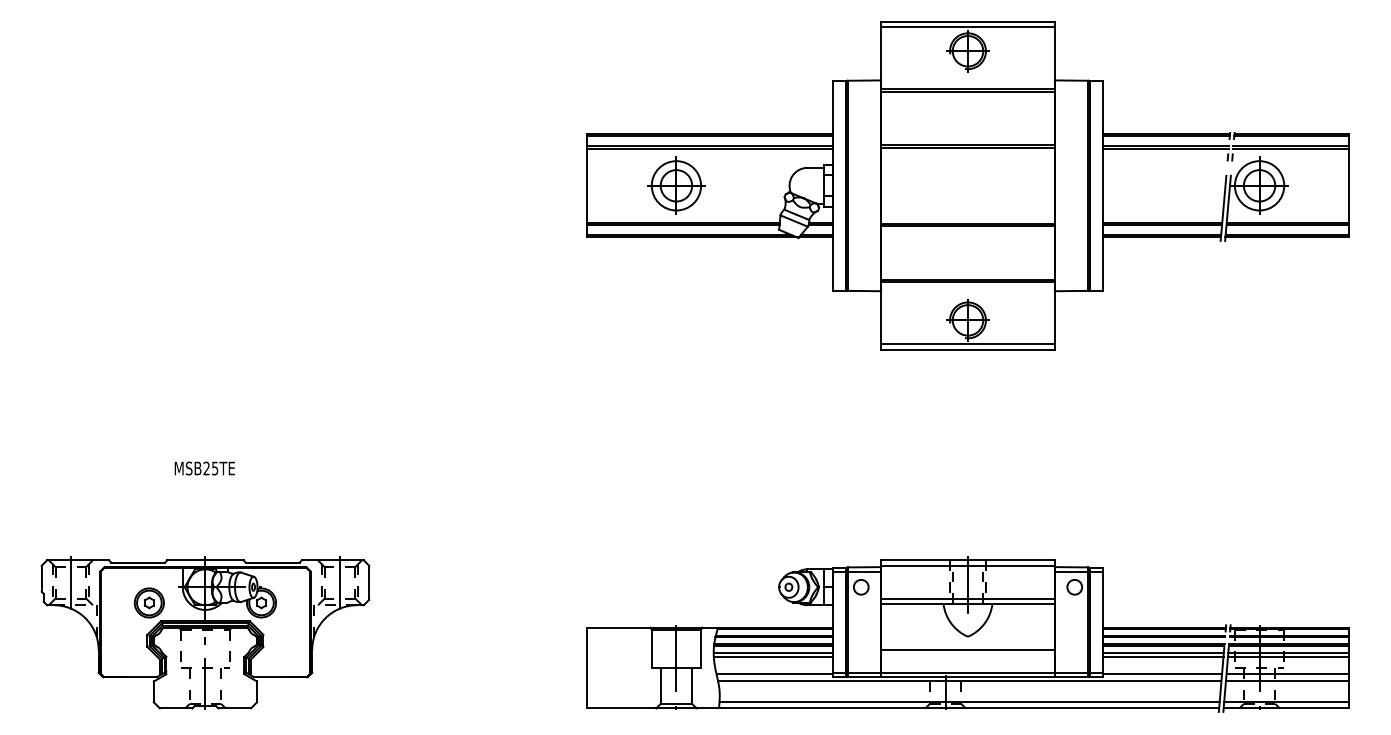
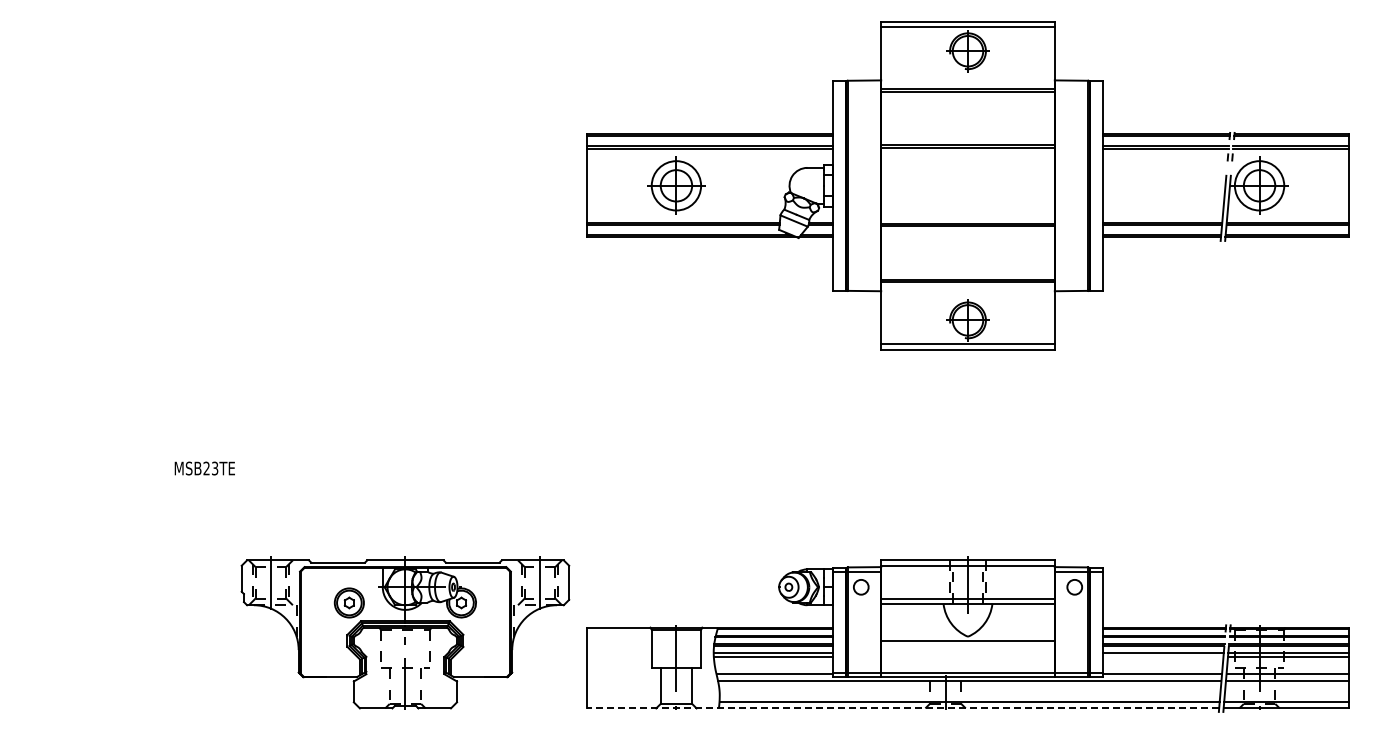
text at (215, 467): MSB25TE -> MSB23TE
part at (205, 632) position: (205, 632) -> (405, 632)
line at (967, 650) position: (967, 650) -> (967, 641)
line at (1163, 656): present -> none
line at (902, 708): solid -> dashed
